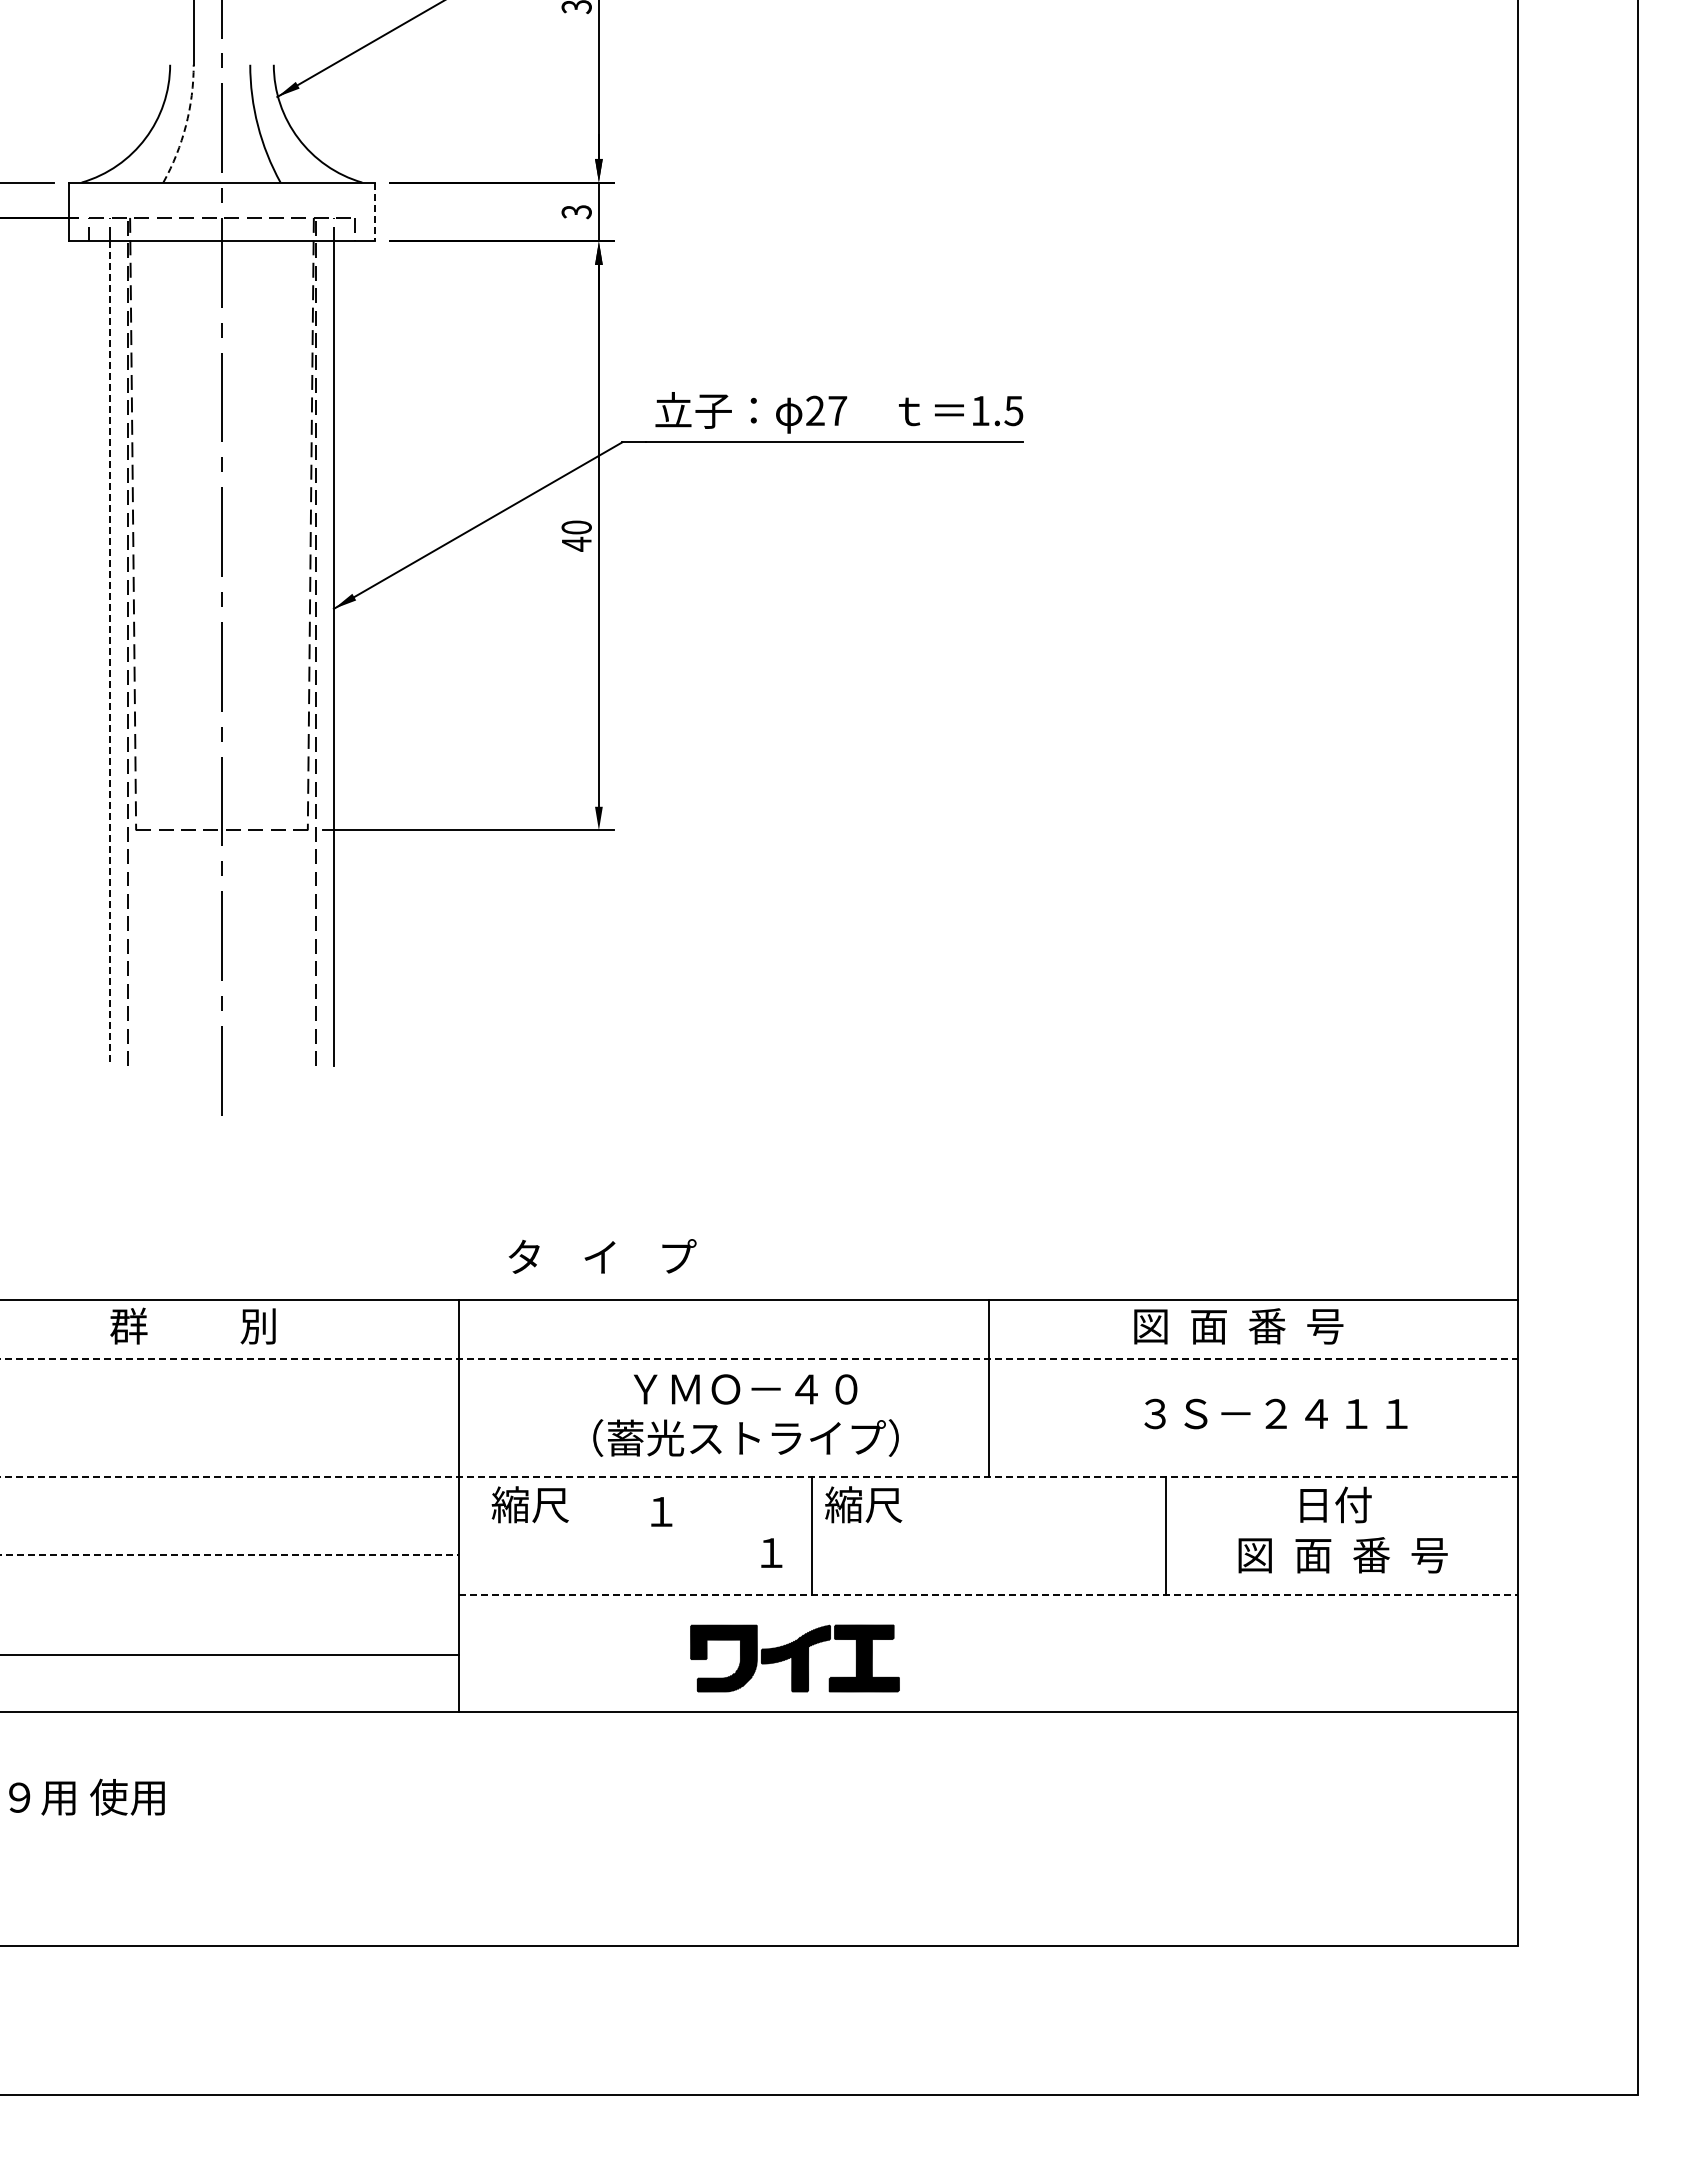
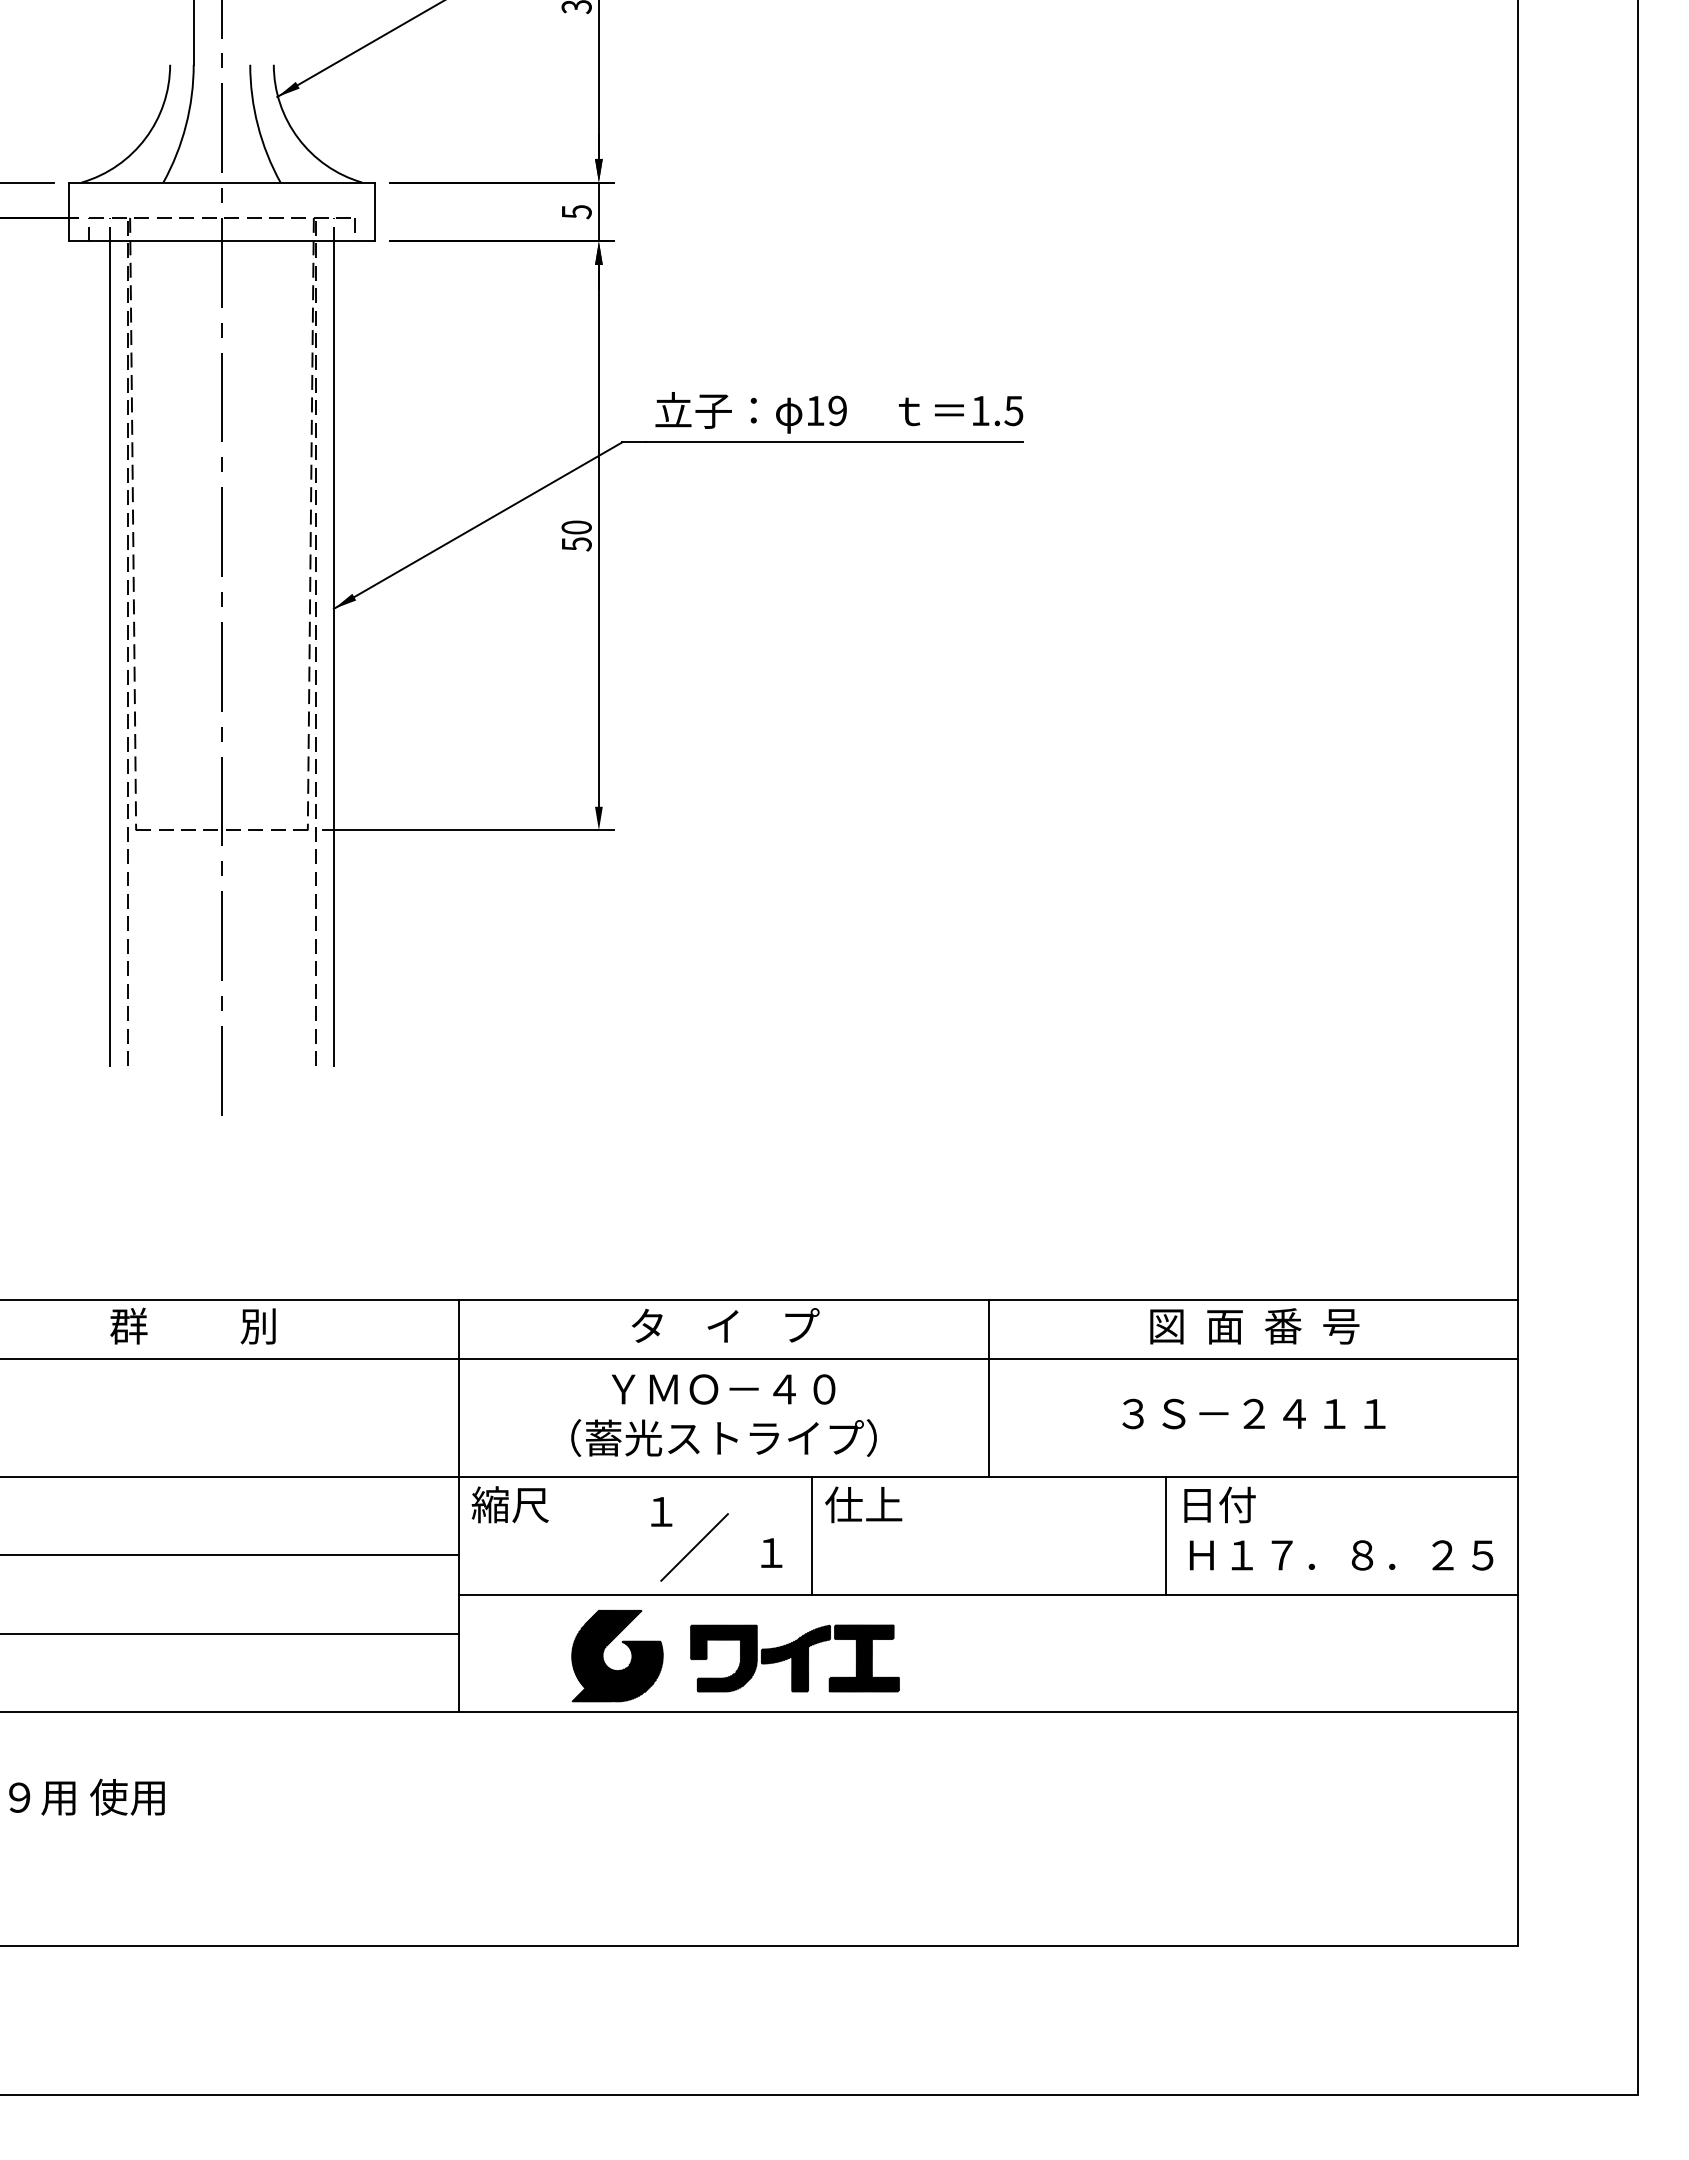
arc at (186, 125): dashed -> solid
text at (576, 211): 3 -> 5
line at (375, 212): dashed -> solid
text at (826, 410): 27 -> 19
text at (576, 543): 40 -> 50
line at (110, 654): dashed -> solid
text at (602, 1256) position: (602, 1256) -> (725, 1325)
text at (1238, 1326) position: (1238, 1326) -> (1254, 1326)
line at (758, 1359): dashed -> solid
text at (1275, 1413) position: (1275, 1413) -> (1253, 1413)
text at (745, 1415) position: (745, 1415) -> (723, 1415)
line at (758, 1476): dashed -> solid
text at (529, 1504) position: (529, 1504) -> (509, 1504)
text at (863, 1504): 縮尺 -> 仕上
text at (1335, 1504) position: (1335, 1504) -> (1219, 1504)
line at (694, 1547): none -> present
line at (230, 1555): dashed -> solid
text at (1341, 1555): 図  面  番  号 -> Ｈ１７．８．２５
line at (988, 1594): dashed -> solid
line at (230, 1654) position: (230, 1654) -> (230, 1633)
part at (614, 1669): none -> present
